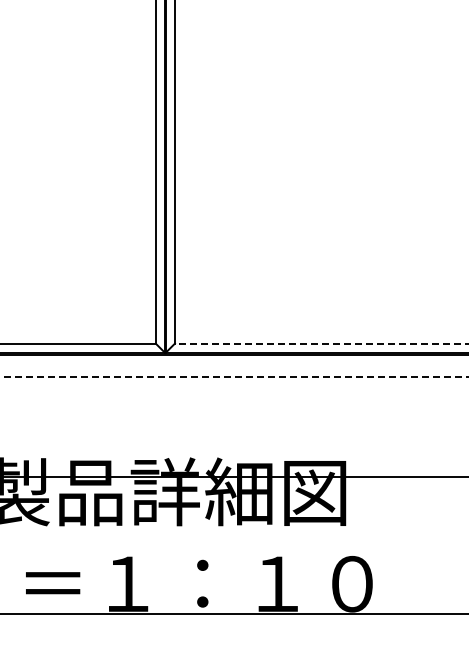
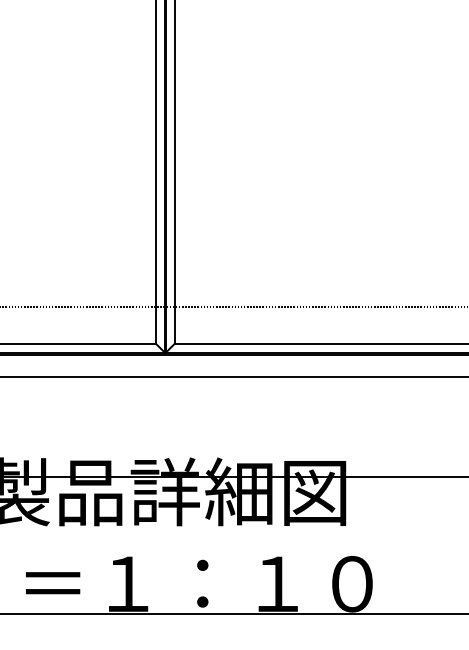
line at (233, 307): none -> present
line at (321, 343): dashed -> solid
line at (234, 376): dashed -> solid
